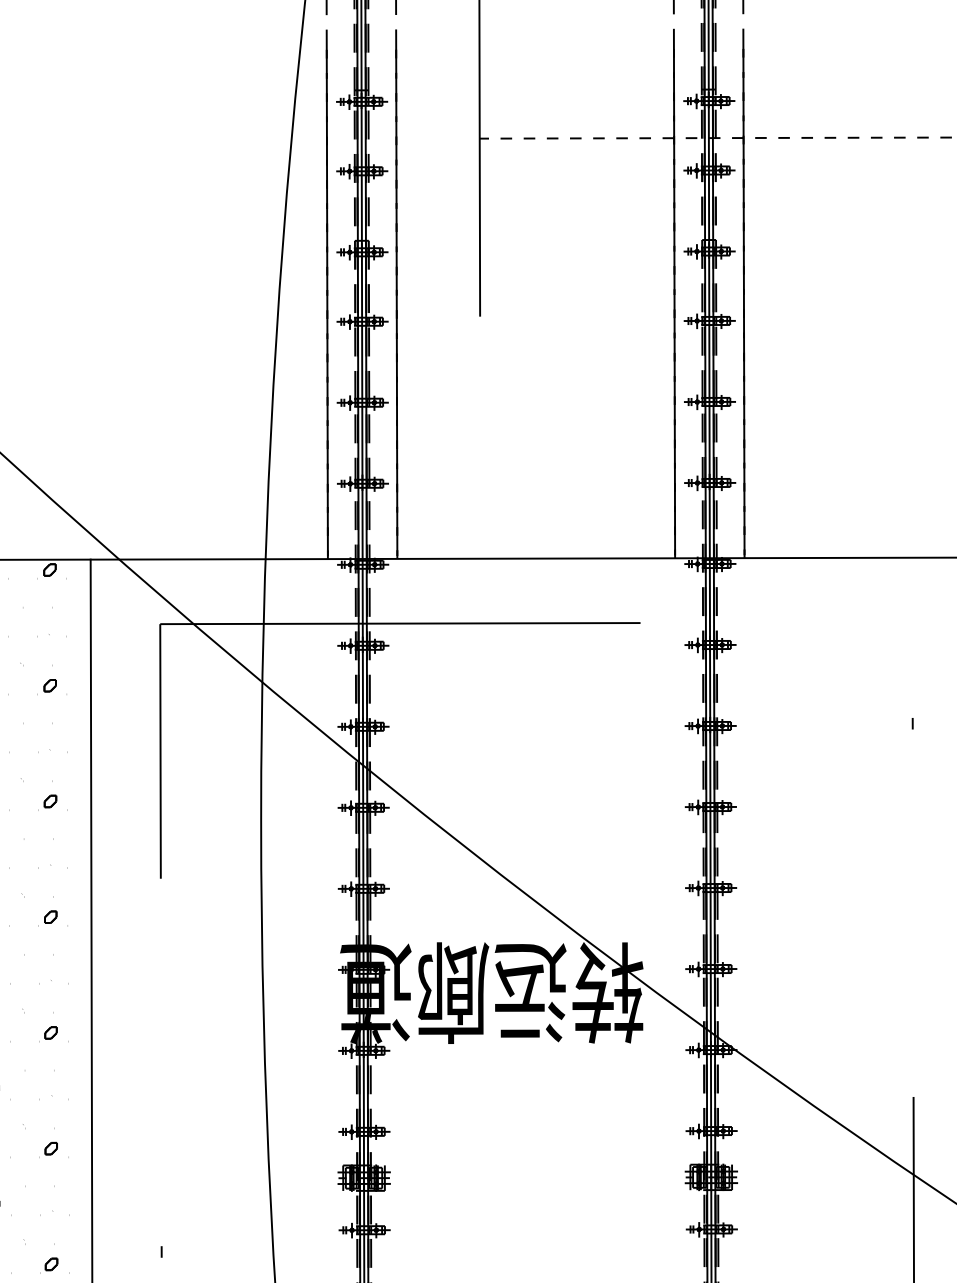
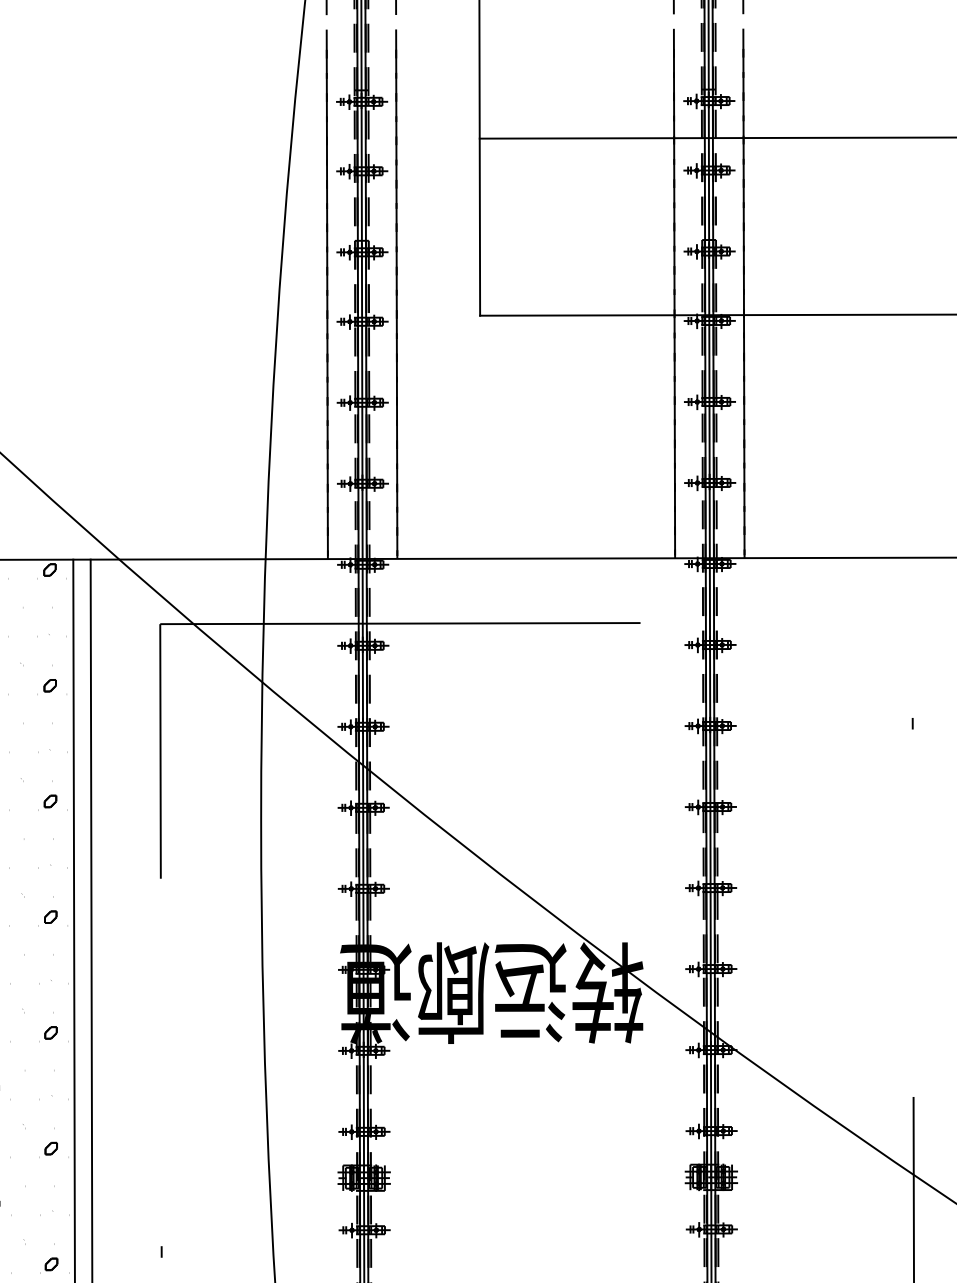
line at (717, 138): dashed -> solid
line at (716, 314): none -> present
line at (73, 919): none -> present
